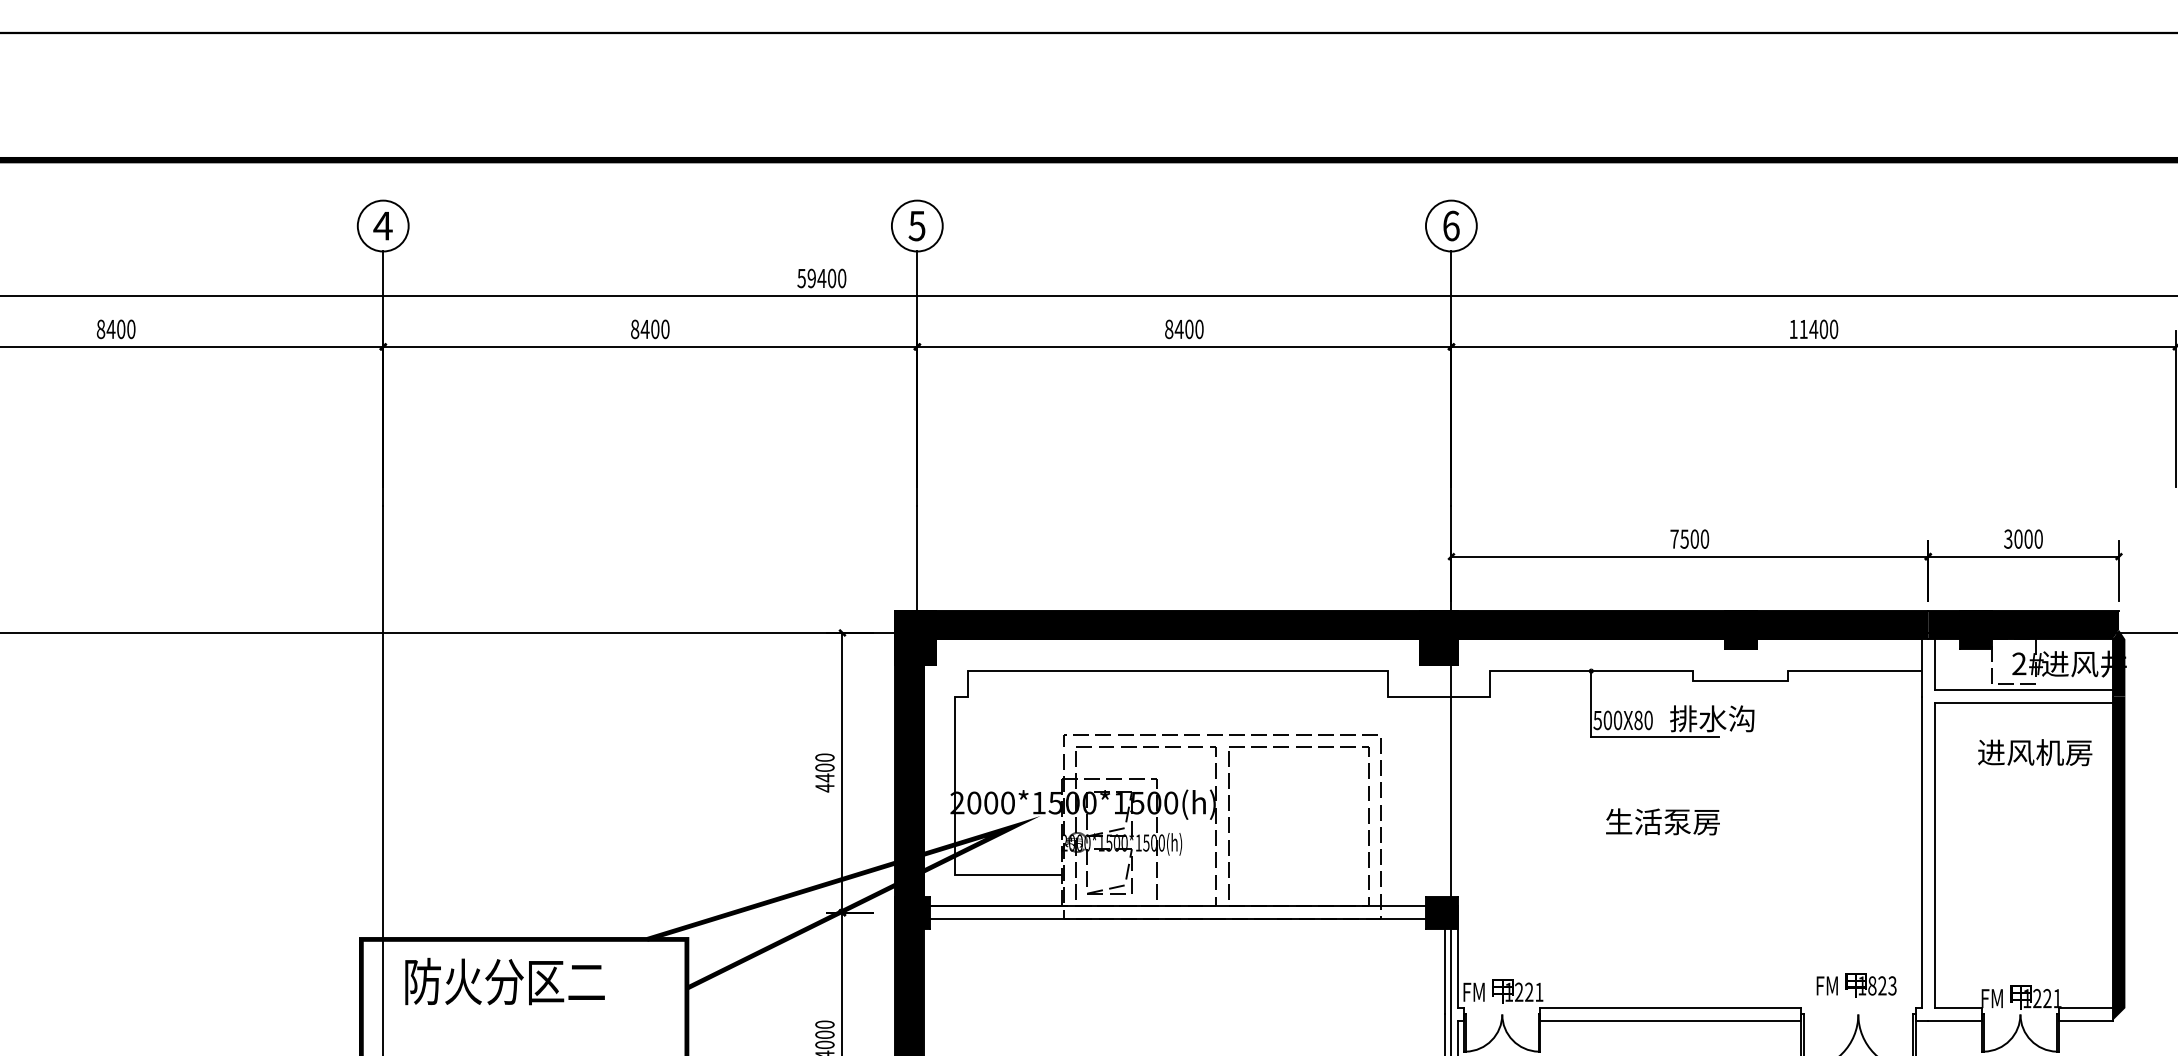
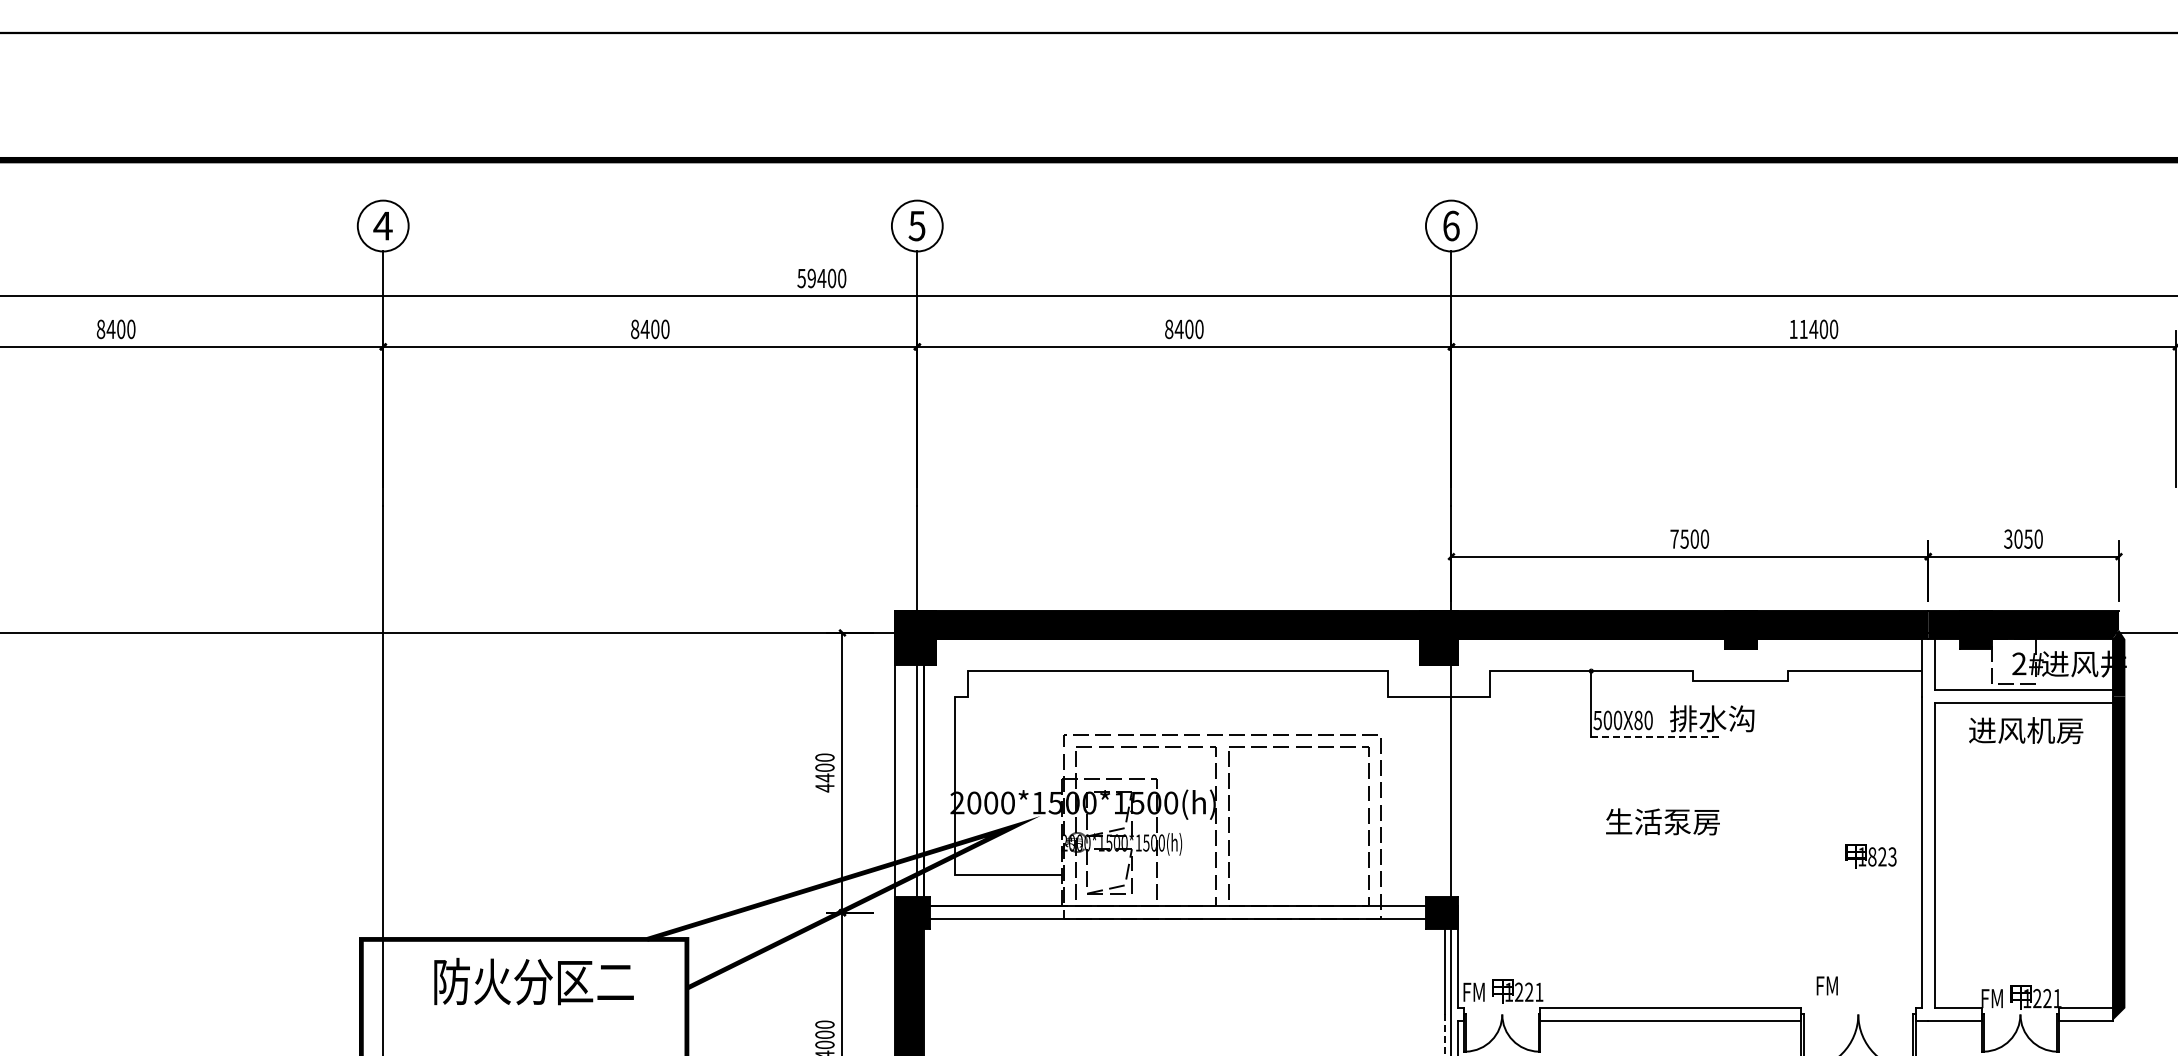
text at (2028, 538): 3000 -> 3050
line at (1655, 736): solid -> dashed
text at (2035, 752) position: (2035, 752) -> (2026, 730)
fill at (909, 761): present -> none
text at (504, 981) position: (504, 981) -> (533, 981)
text at (1870, 985) position: (1870, 985) -> (1870, 856)
line at (1445, 1035): solid -> dashed
